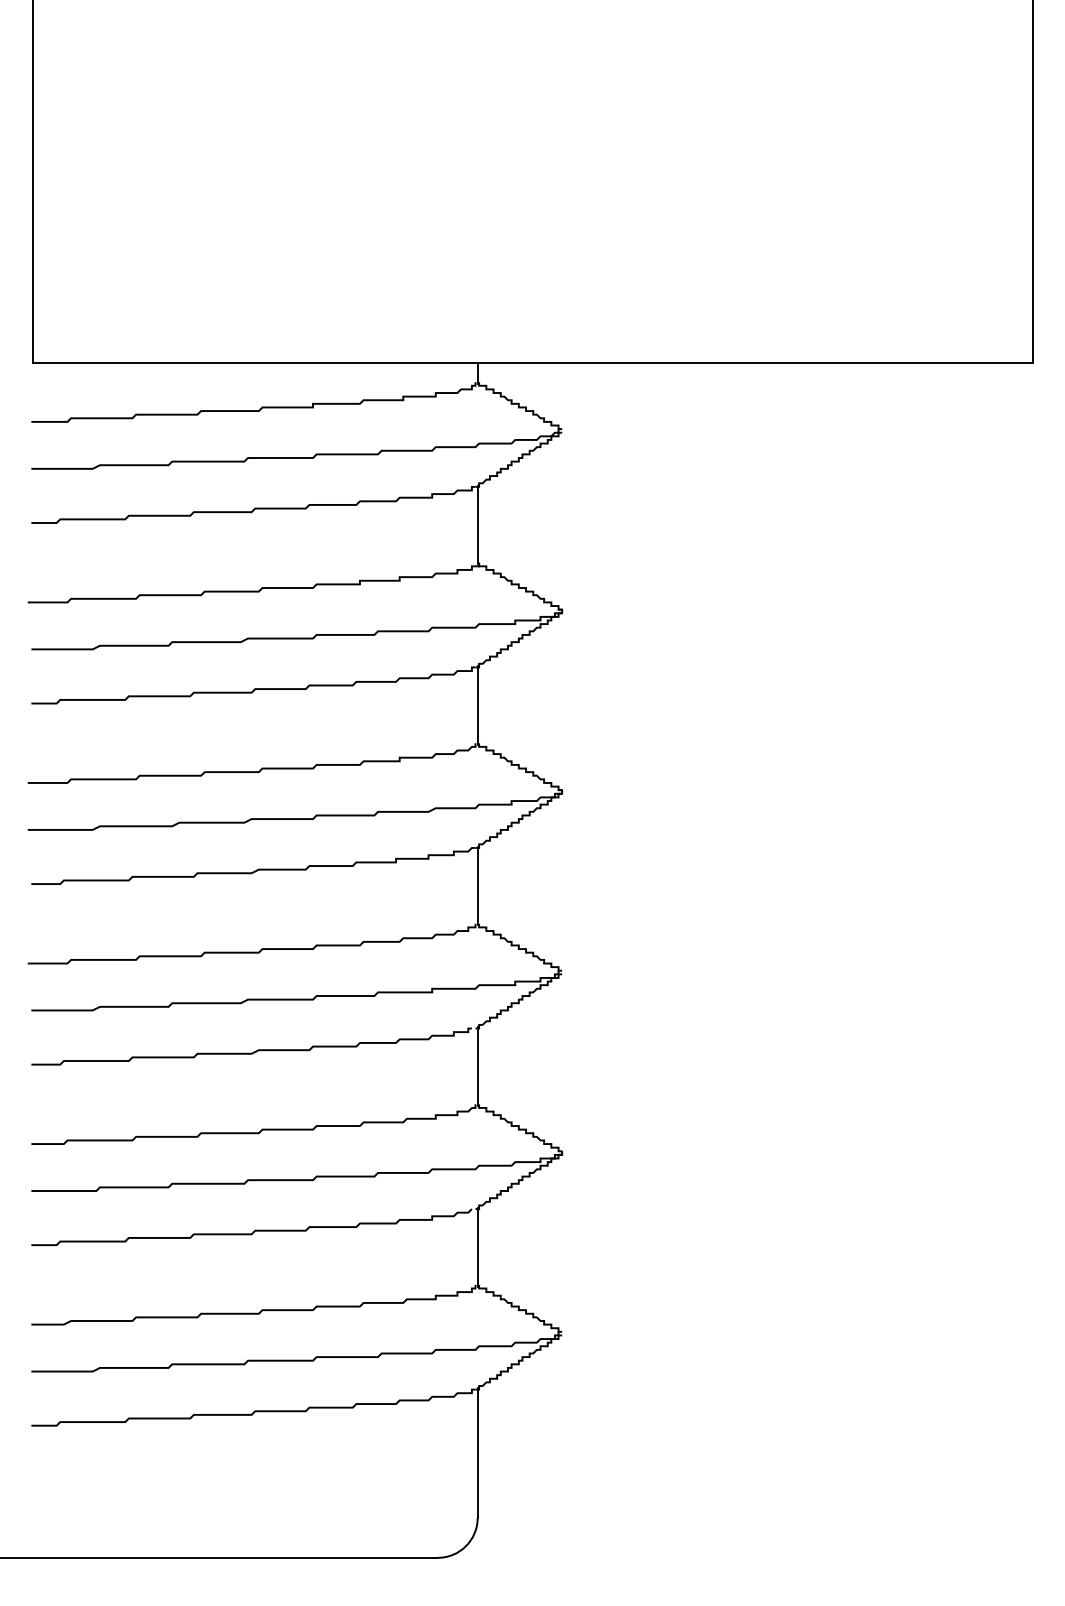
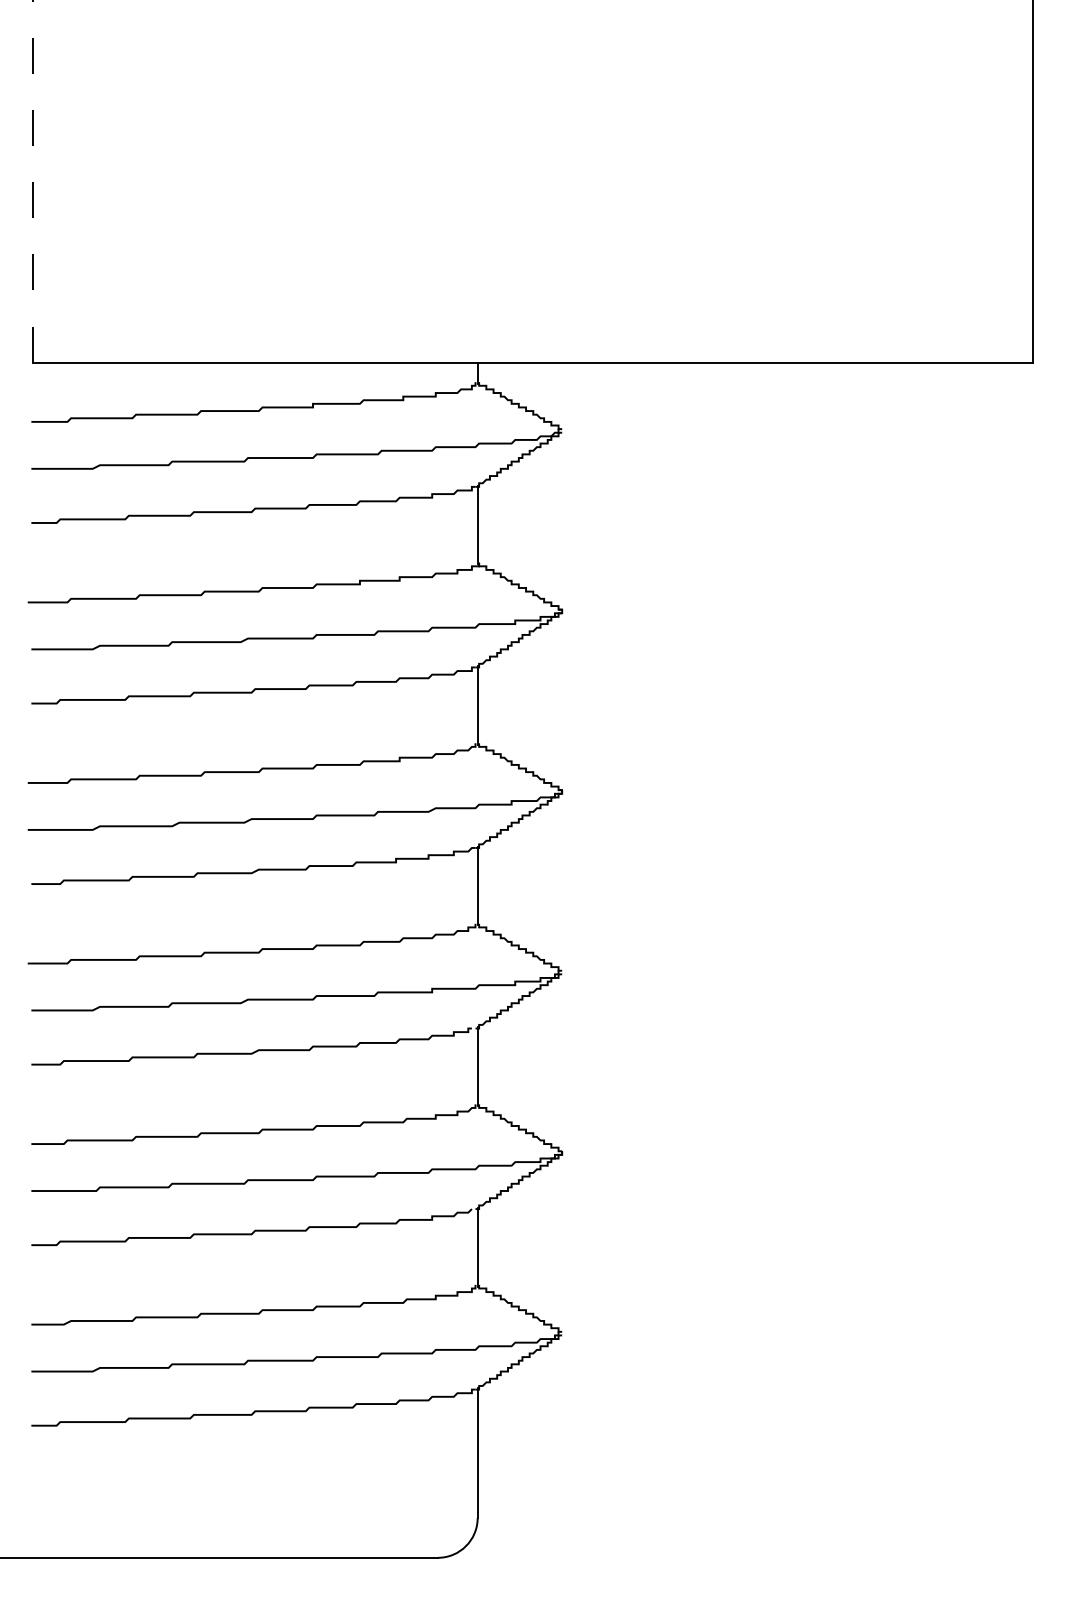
line at (32, 181): solid -> dashed
